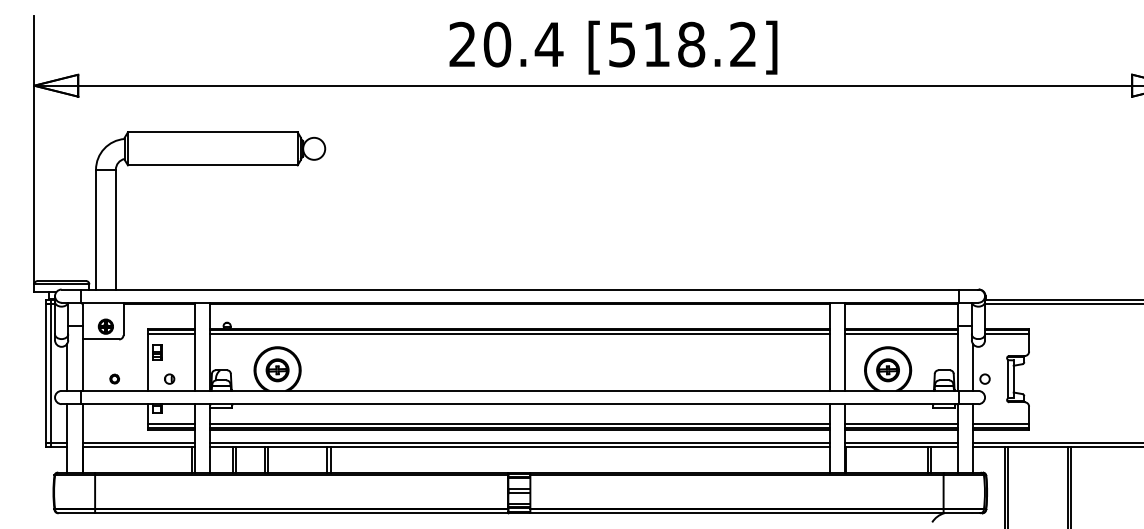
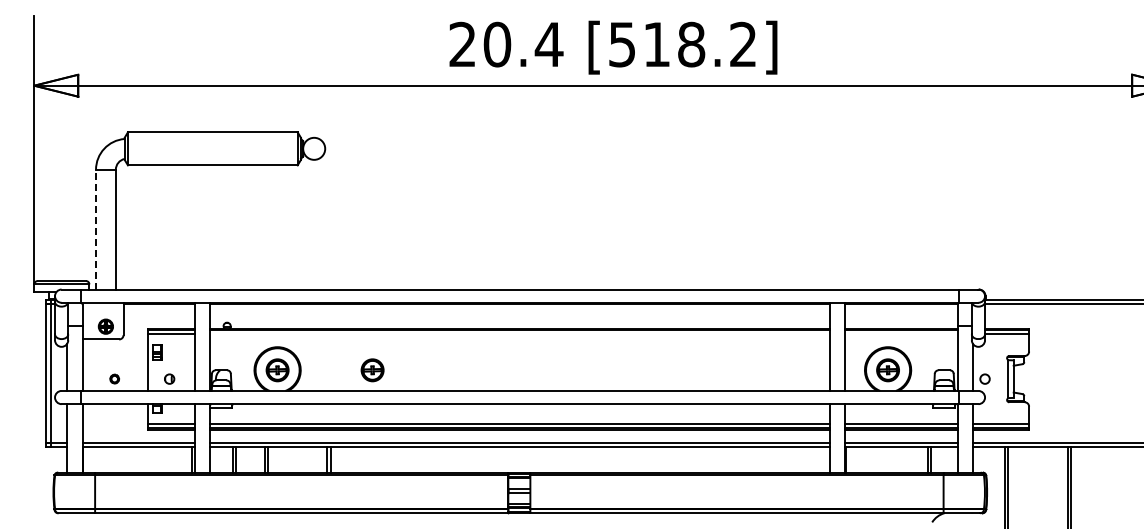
line at (96, 229): solid -> dashed
line at (519, 333): present -> none
line at (901, 333): present -> none
part at (372, 370): none -> present
